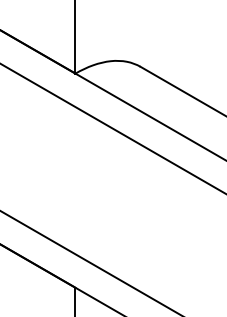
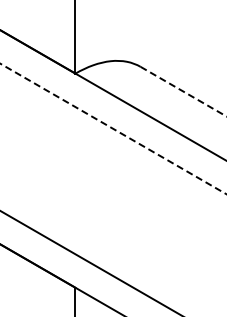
line at (183, 91): solid -> dashed
line at (113, 128): solid -> dashed
